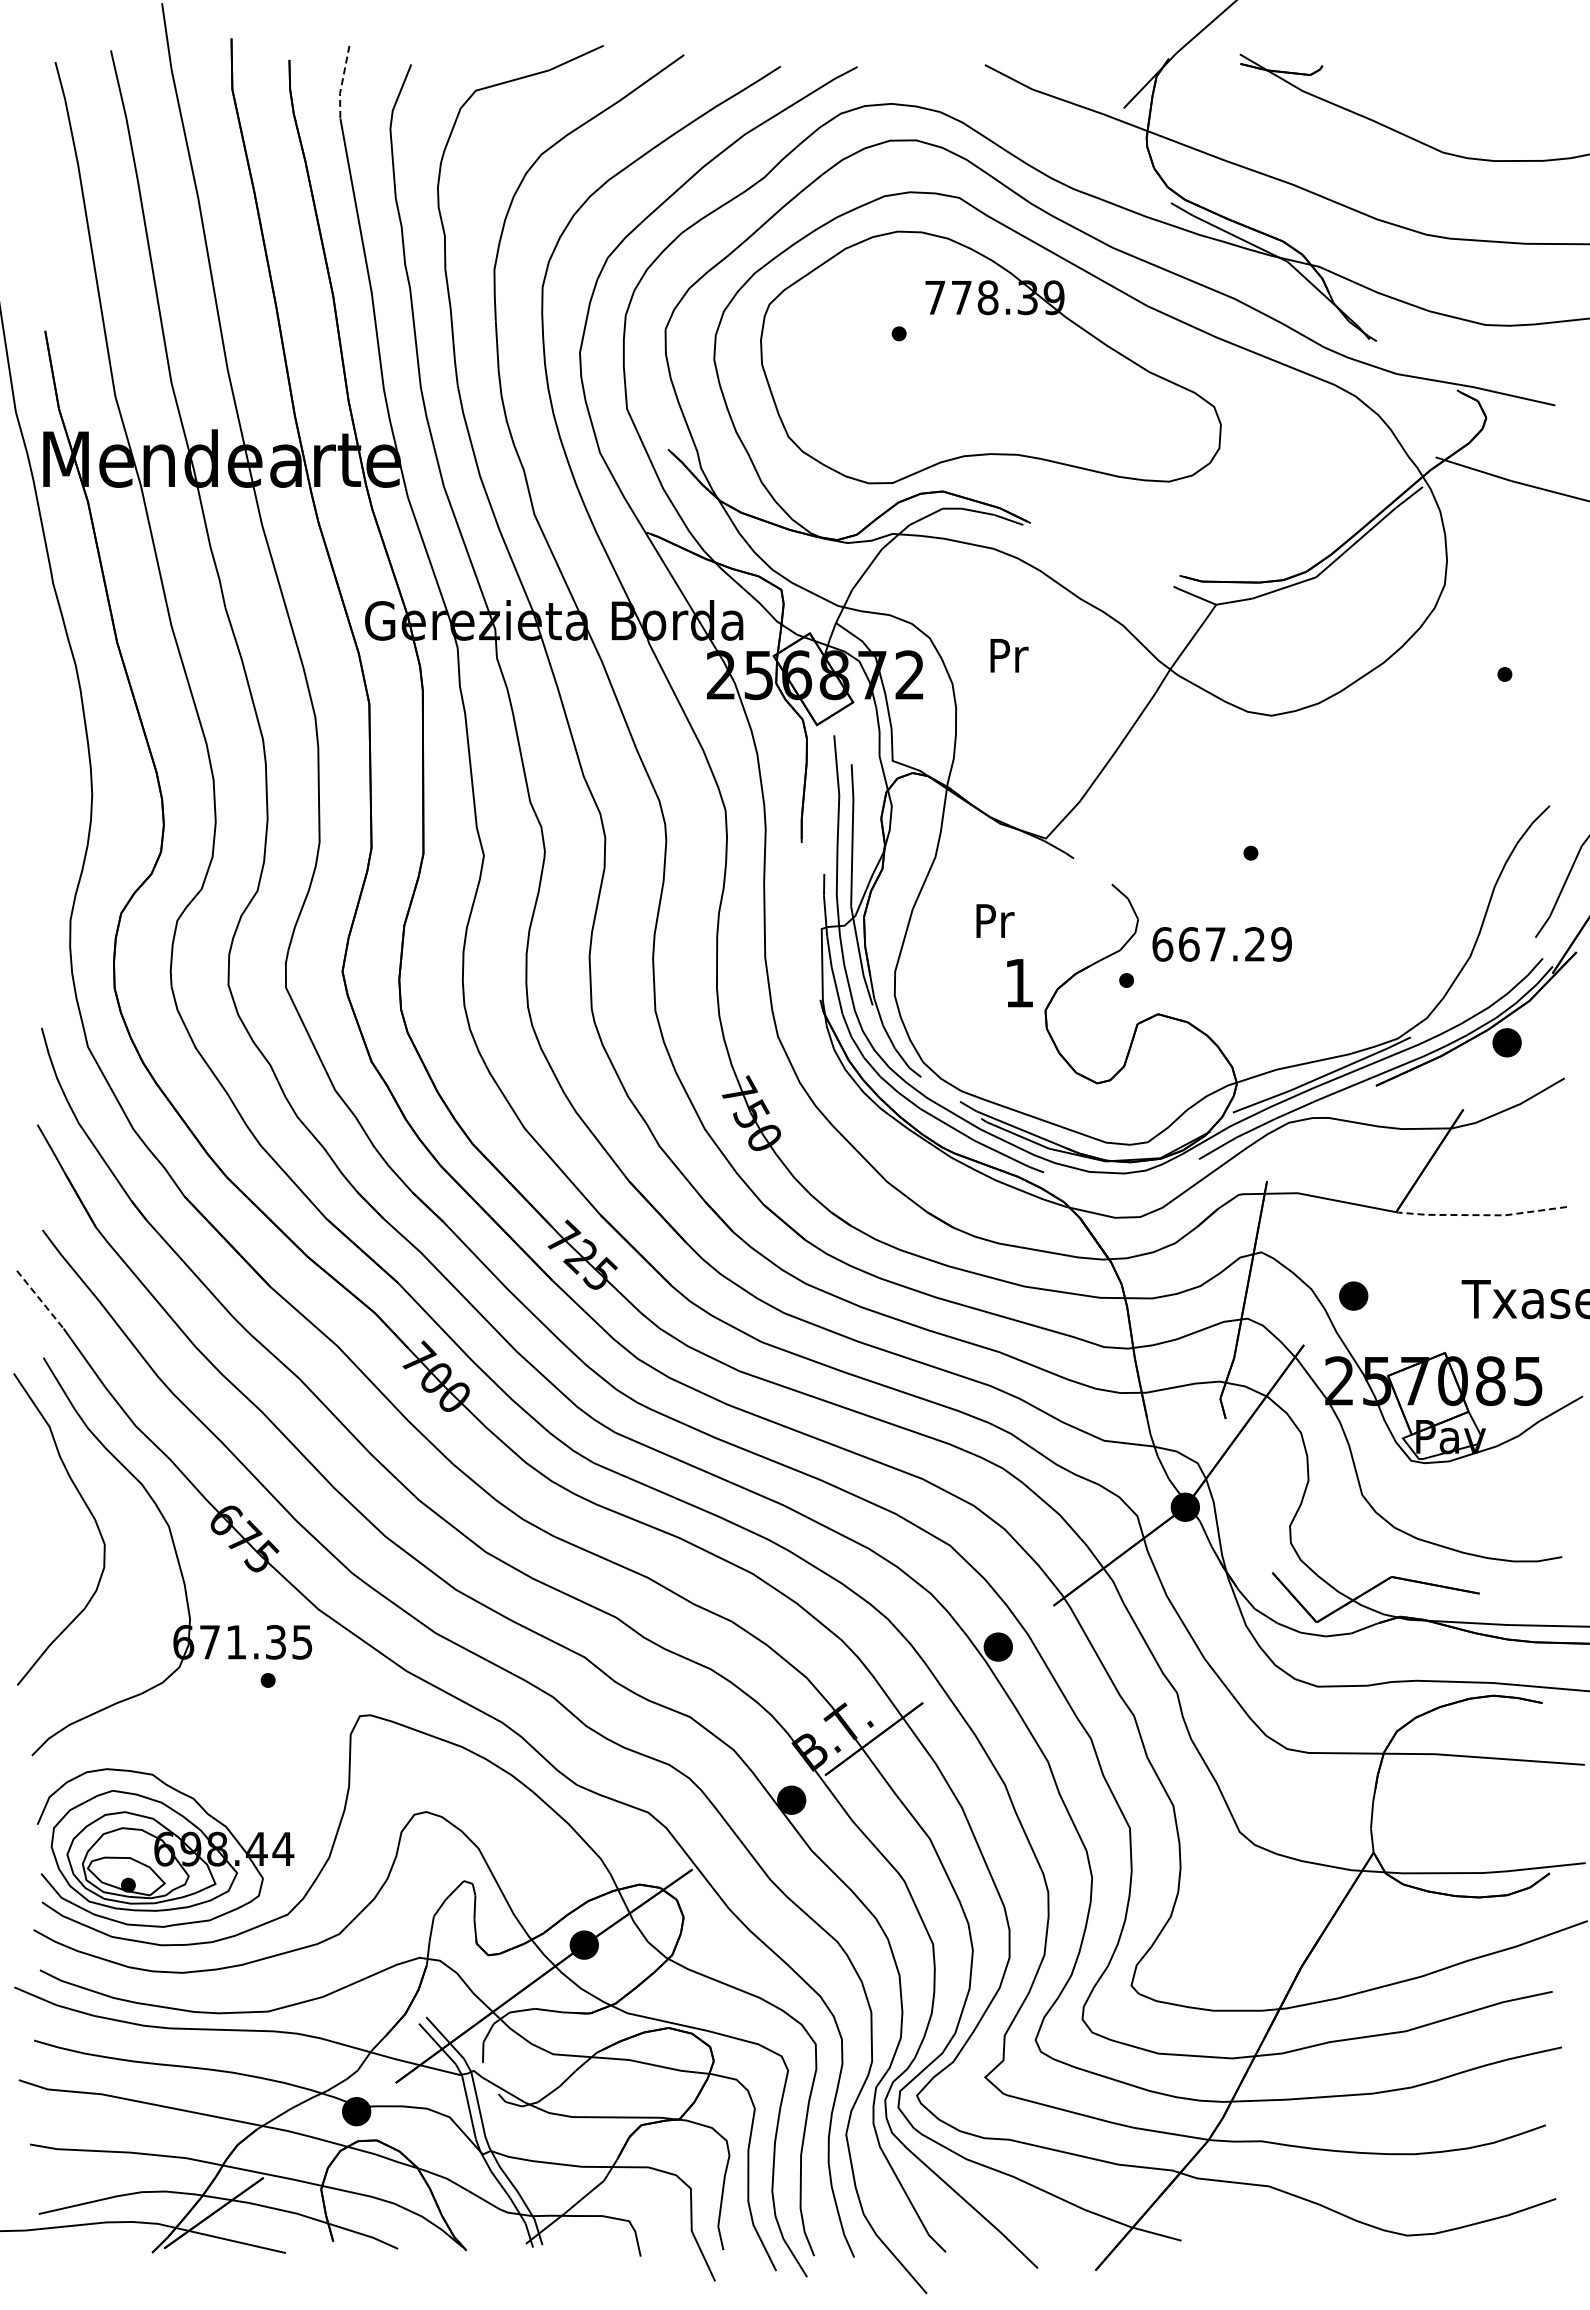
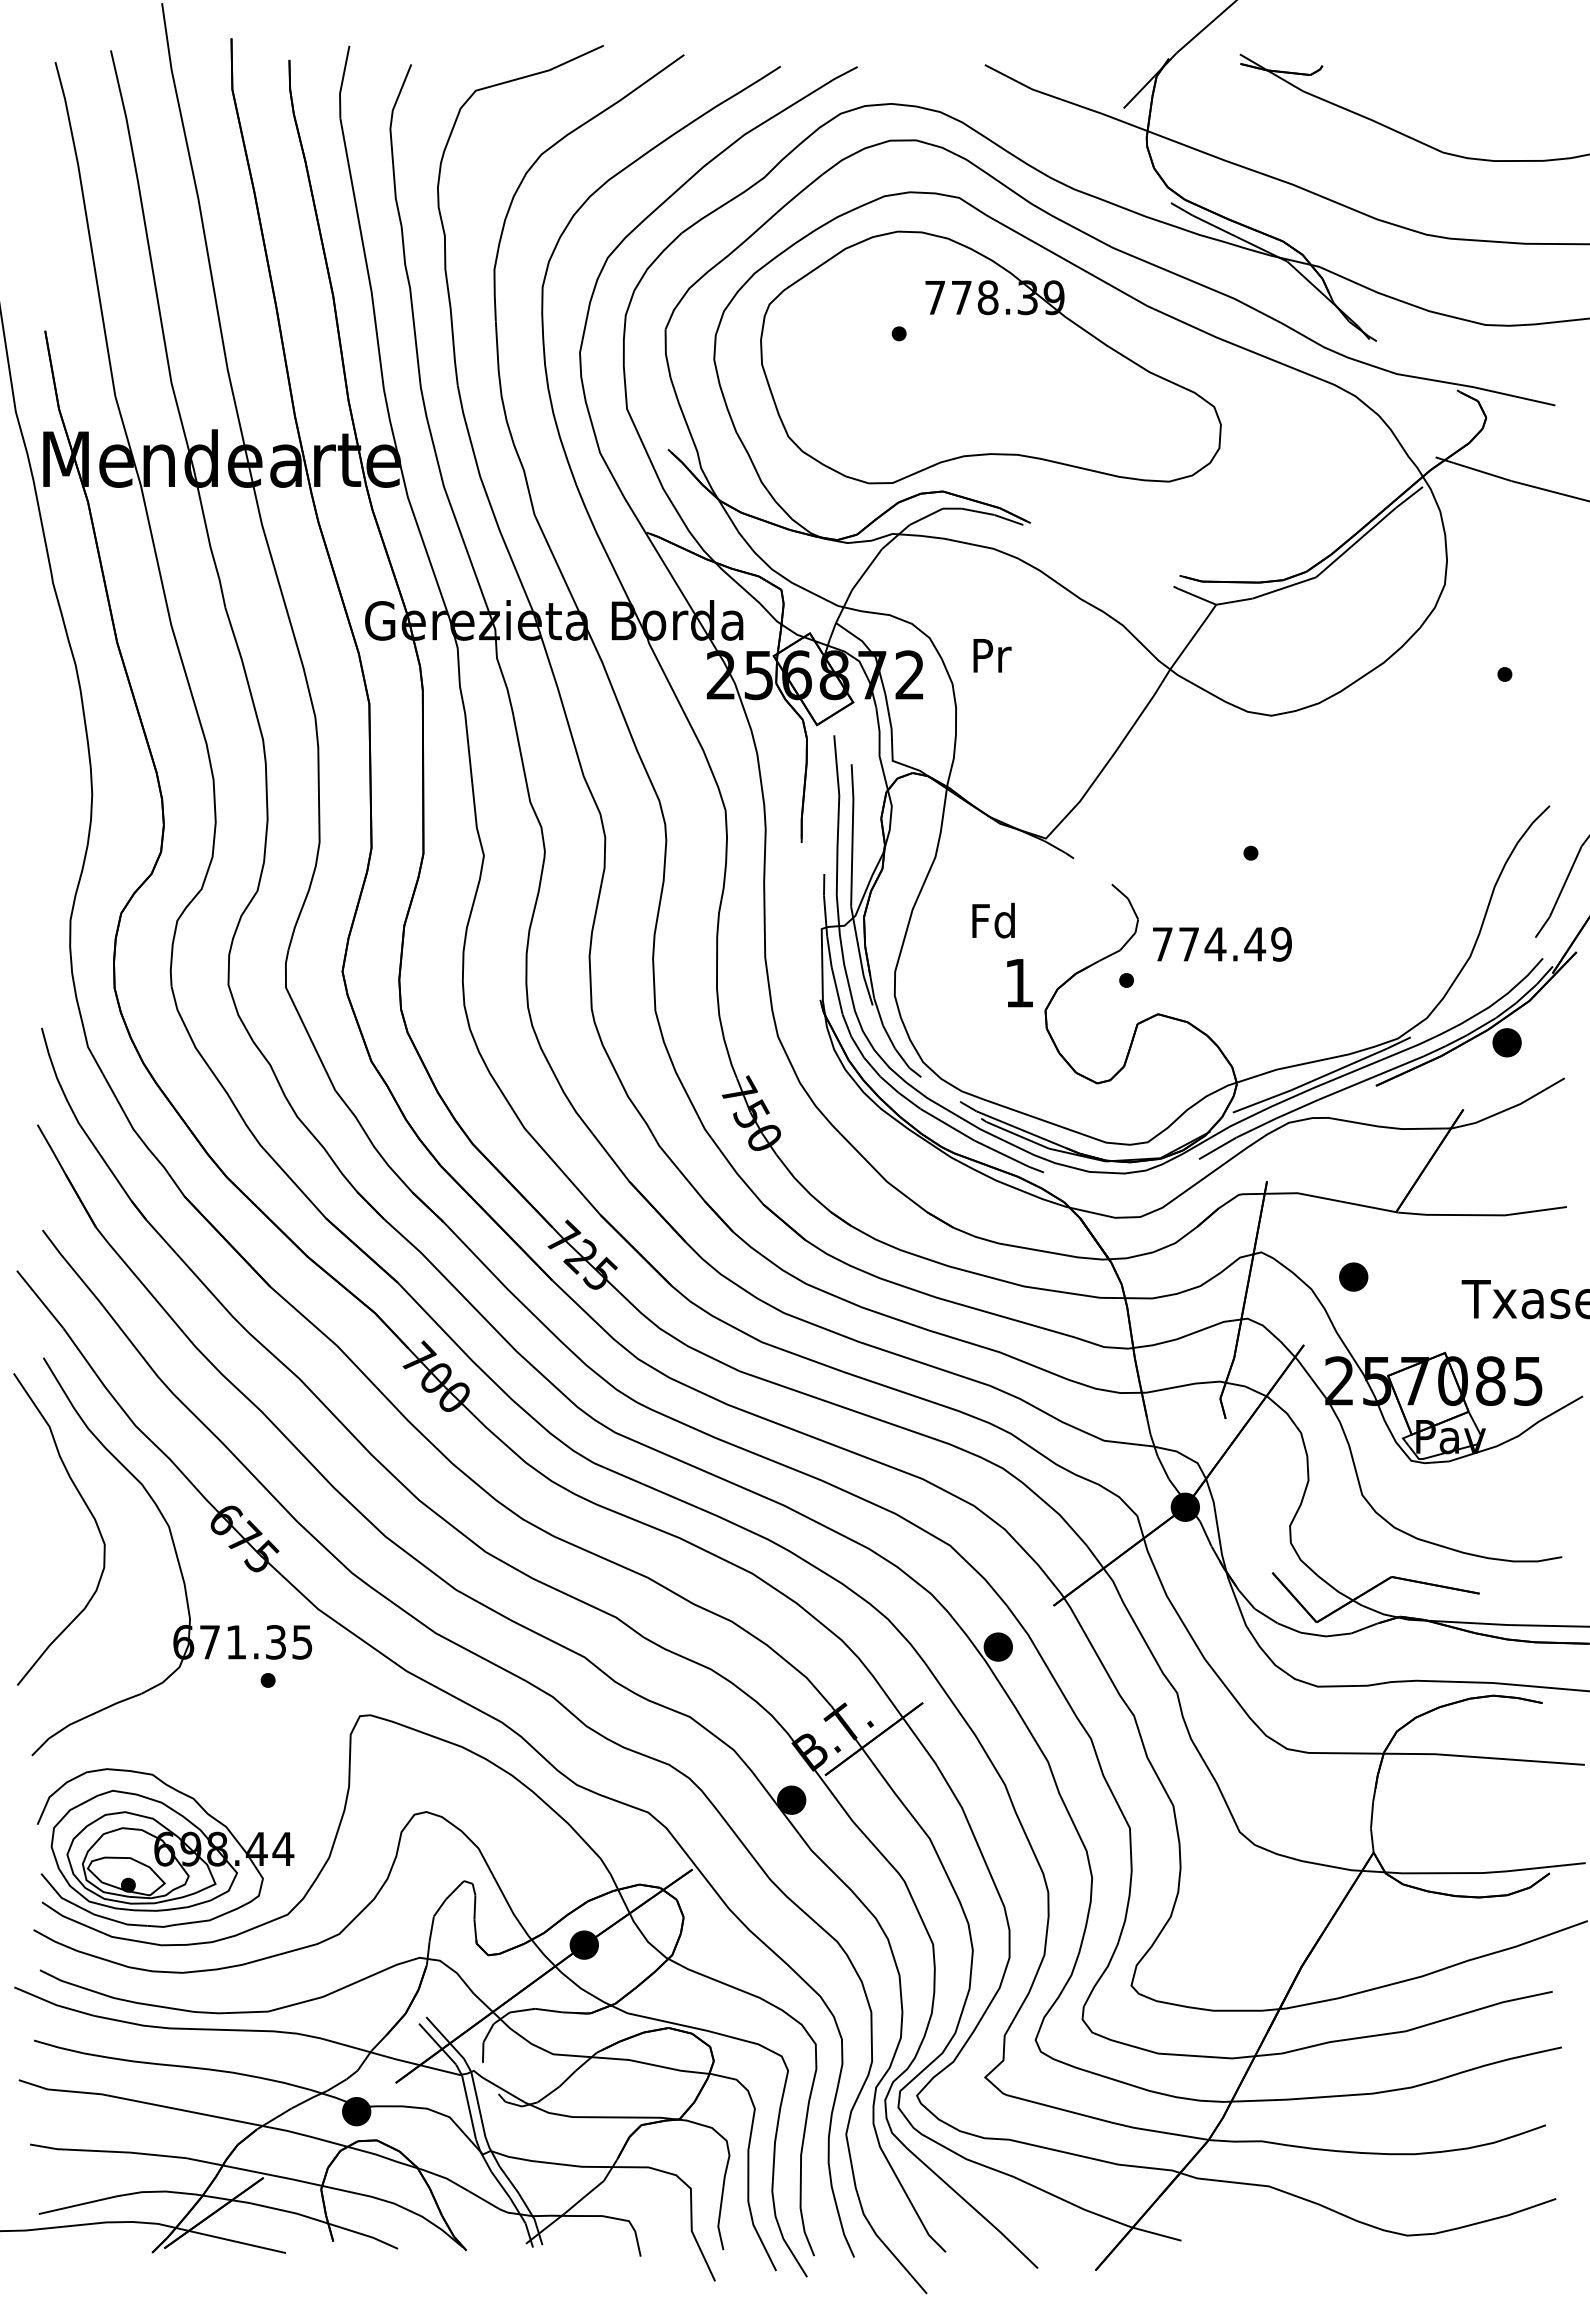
line at (342, 82): dashed -> solid
text at (1009, 655) position: (1009, 655) -> (992, 655)
text at (993, 920): Pr -> Fd
text at (1209, 944): 667.29 -> 774.49
line at (1482, 1215): dashed -> solid
part at (1353, 1295) position: (1353, 1295) -> (1353, 1276)
line at (40, 1300): dashed -> solid
